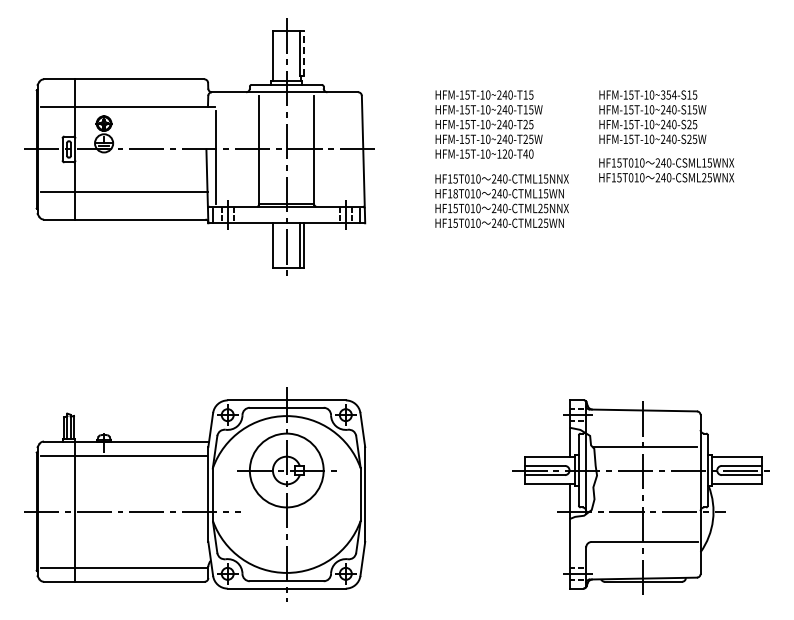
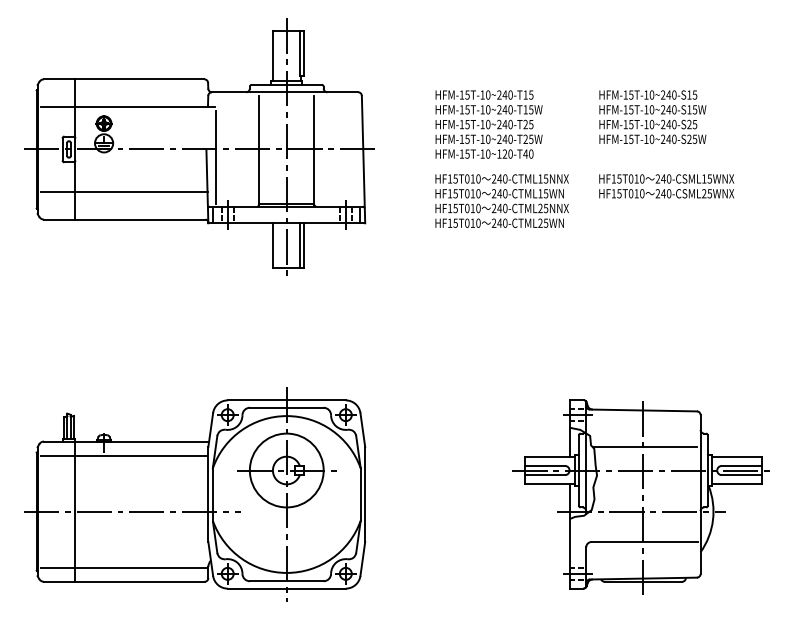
line at (304, 53): dashed -> solid
text at (668, 94): HFM-15T-10~354-S15 -> HFM-15T-10~240-S15
text at (666, 170) position: (666, 170) -> (666, 186)
text at (455, 193): HF18T010 -> HF15T010
